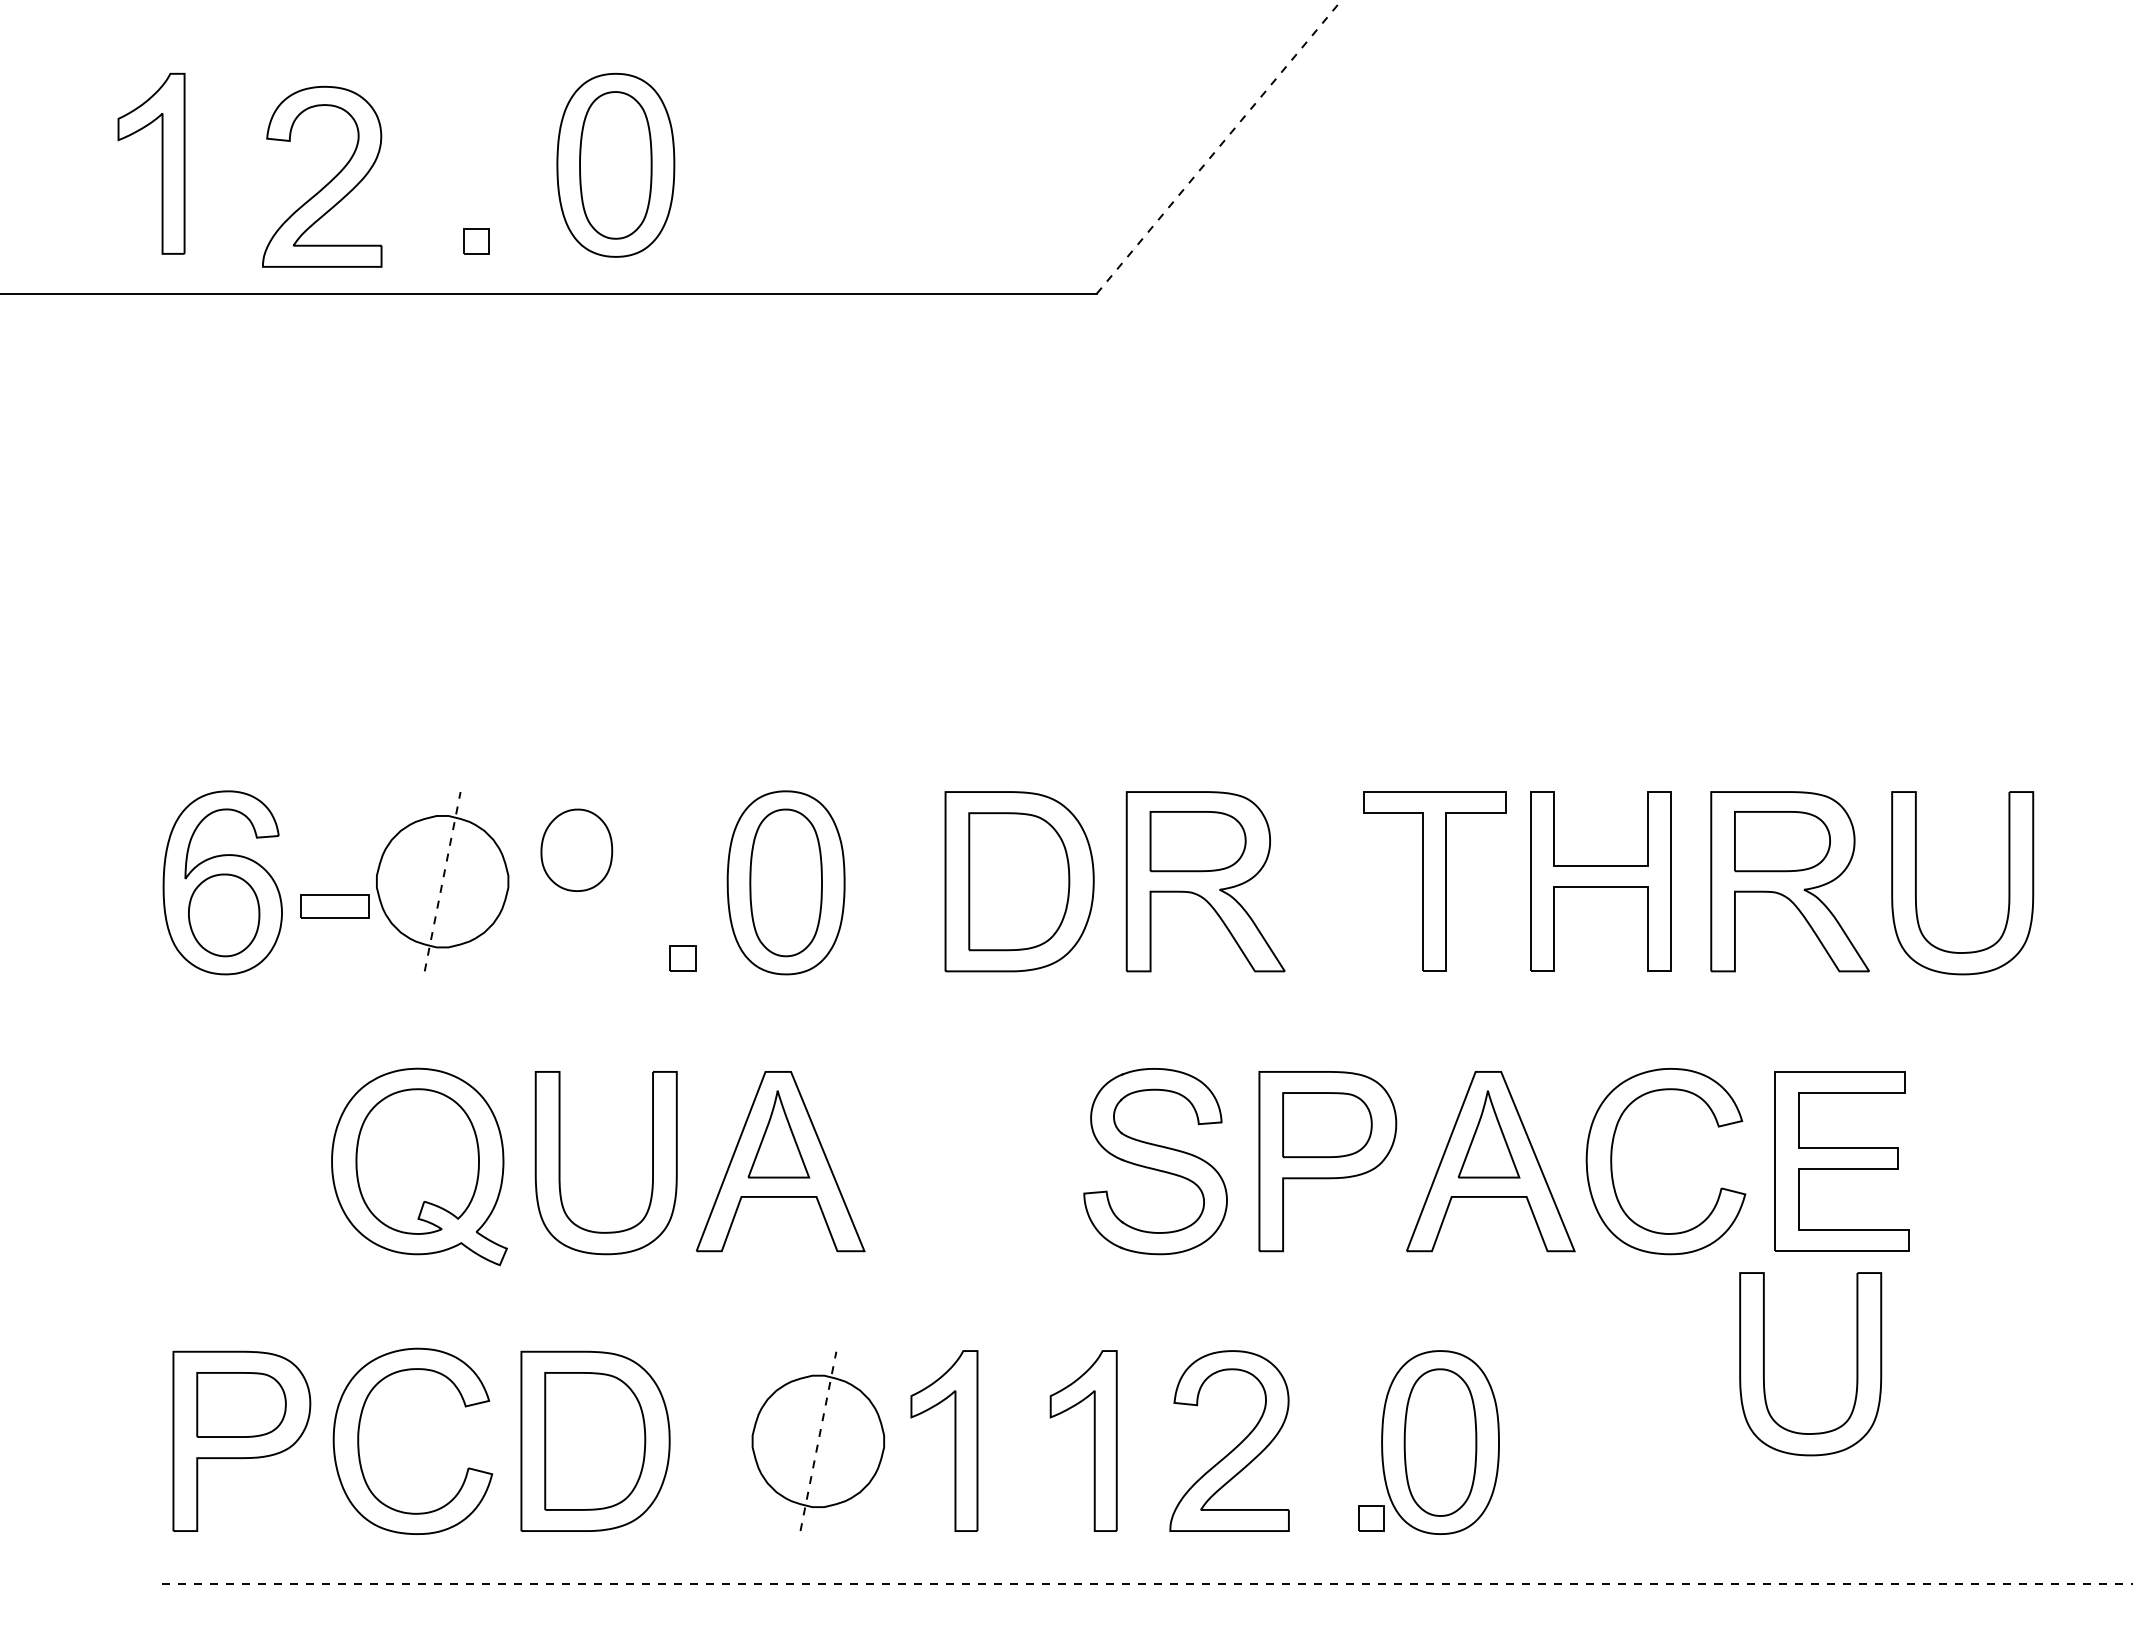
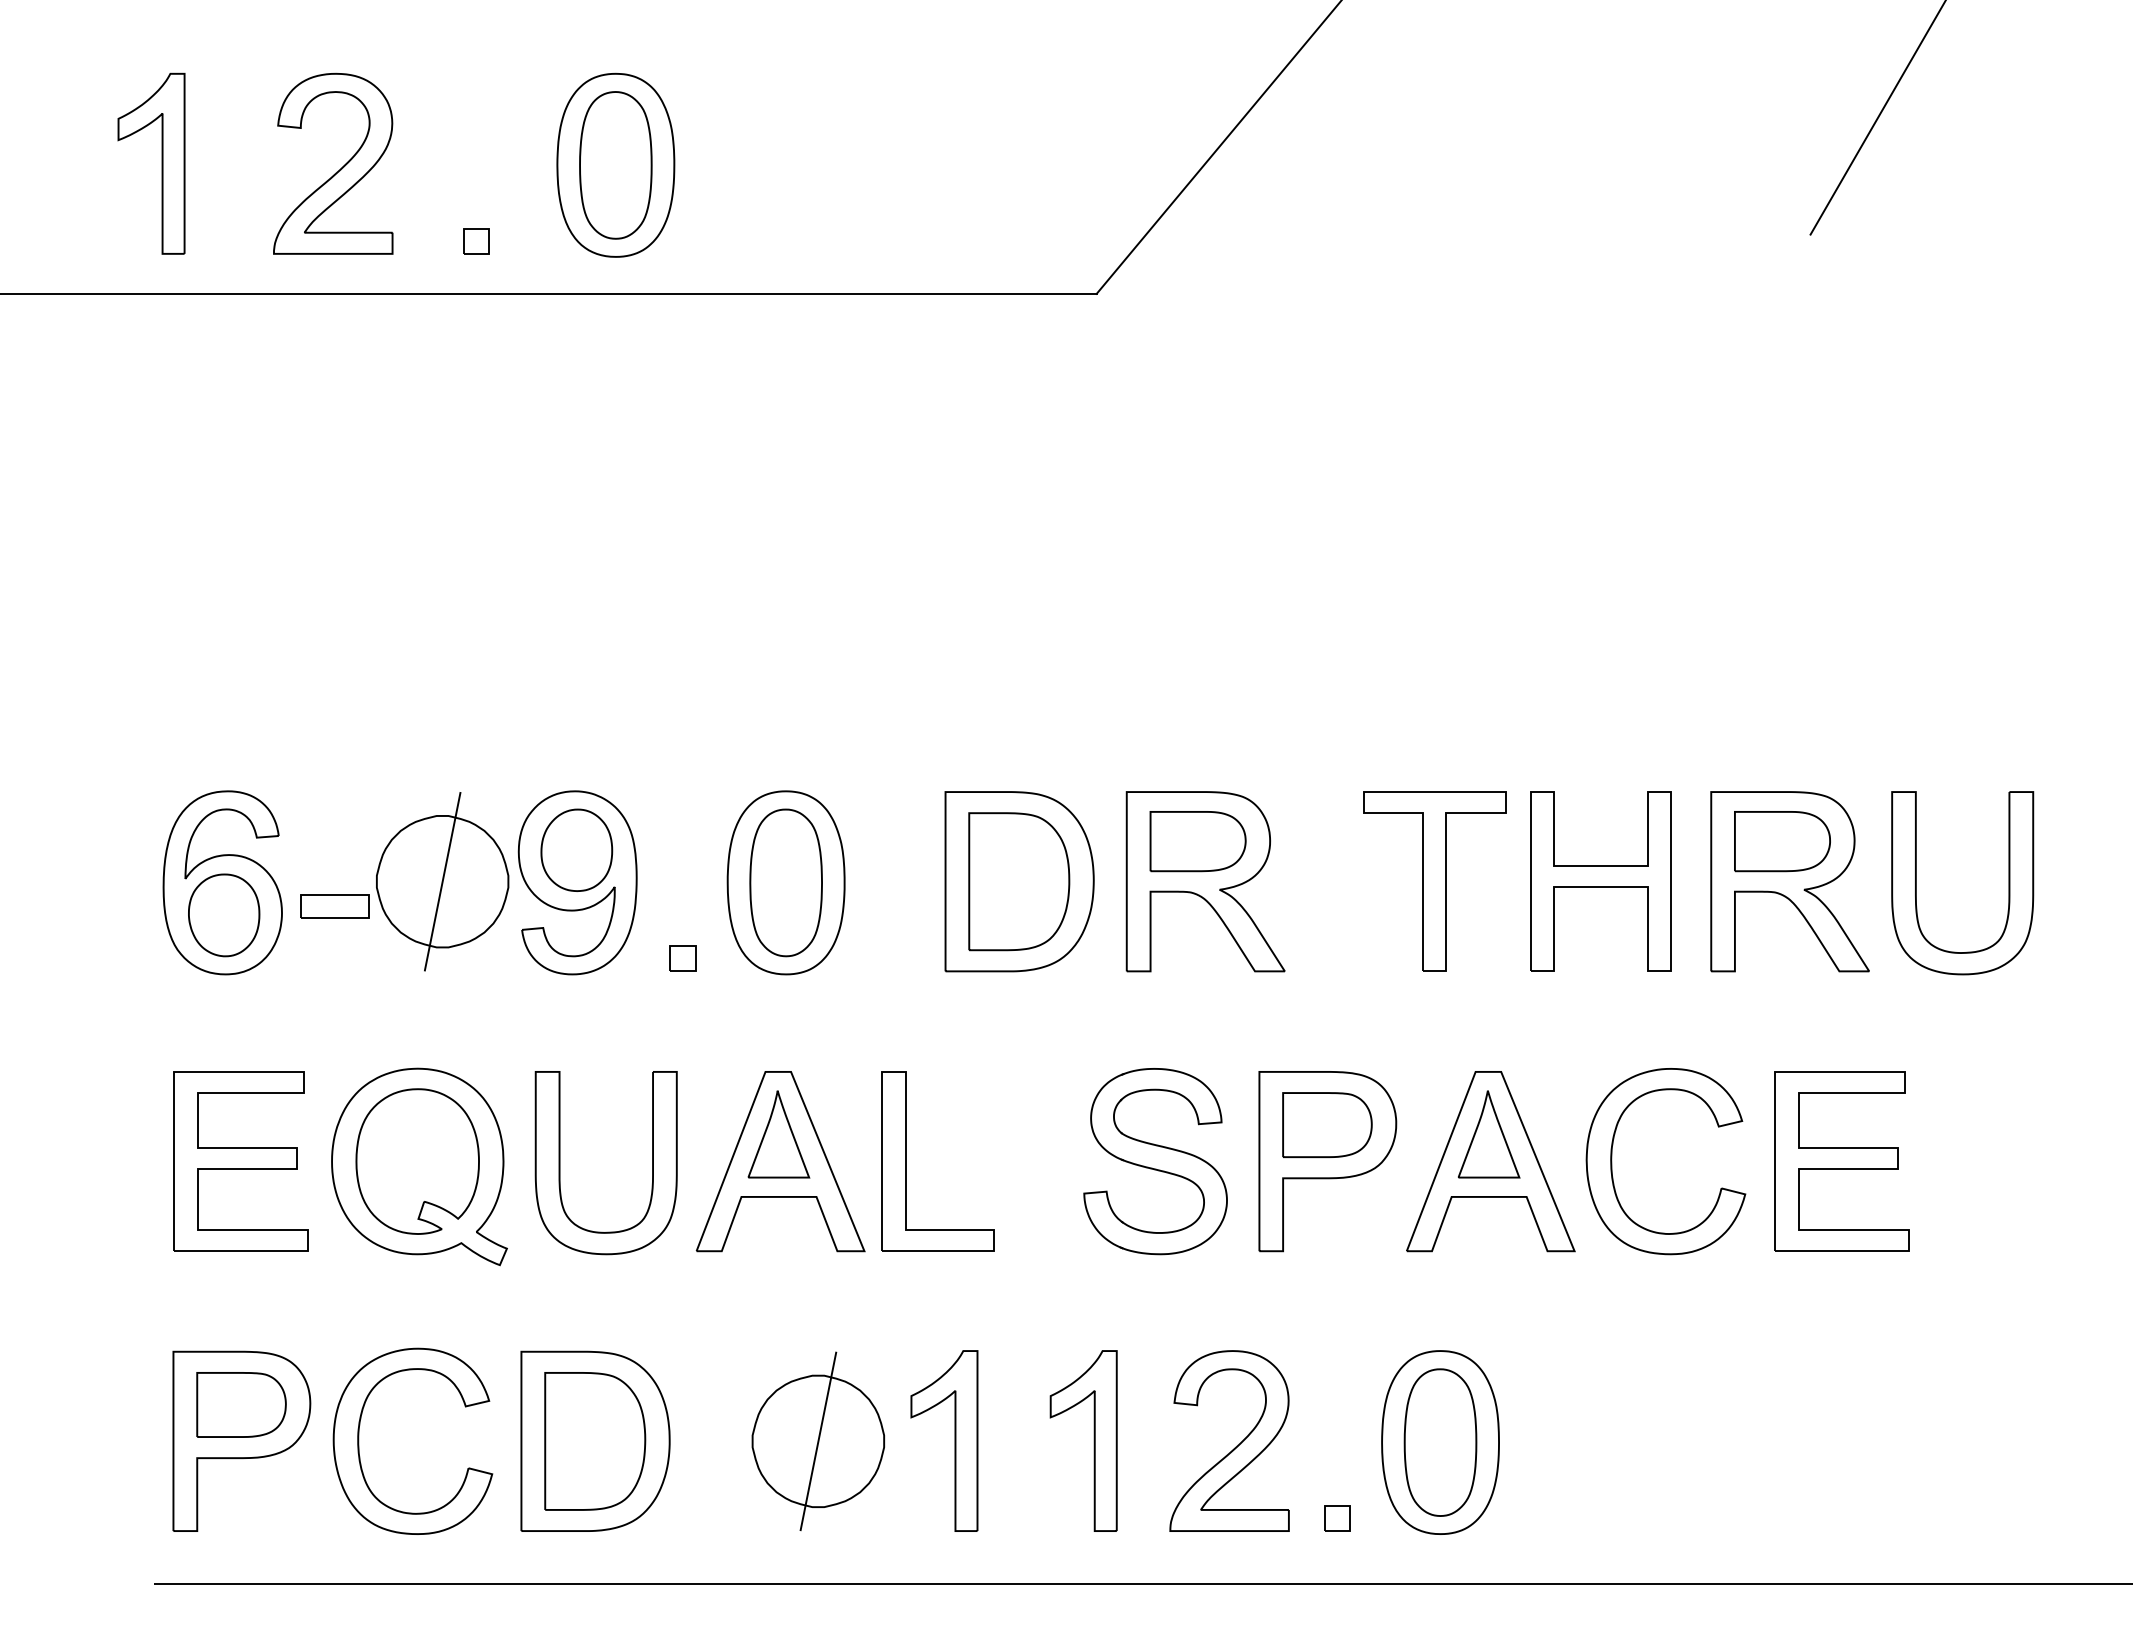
line at (1877, 118): none -> present
line at (1219, 147): dashed -> solid
part at (328, 182) position: (328, 182) -> (339, 169)
line at (442, 881): dashed -> solid
part at (577, 882): none -> present
part at (240, 1161): none -> present
part at (906, 1161): none -> present
part at (1764, 1364): present -> none
line at (818, 1440): dashed -> solid
part at (1371, 1518) position: (1371, 1518) -> (1337, 1518)
line at (1142, 1584): dashed -> solid
